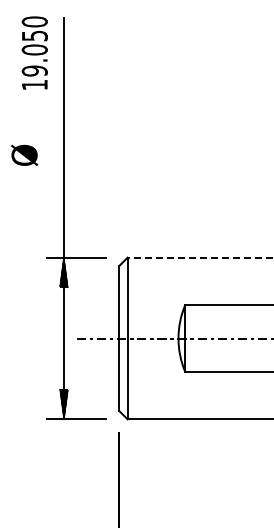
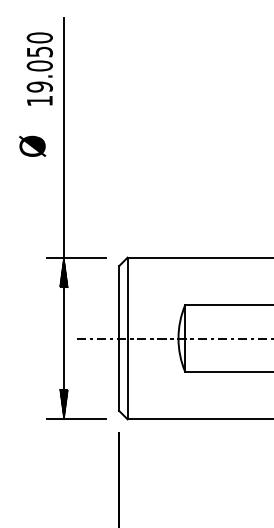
text at (34, 52) position: (34, 52) -> (39, 68)
text at (24, 154) position: (24, 154) -> (32, 145)
line at (200, 257): dashed -> solid
